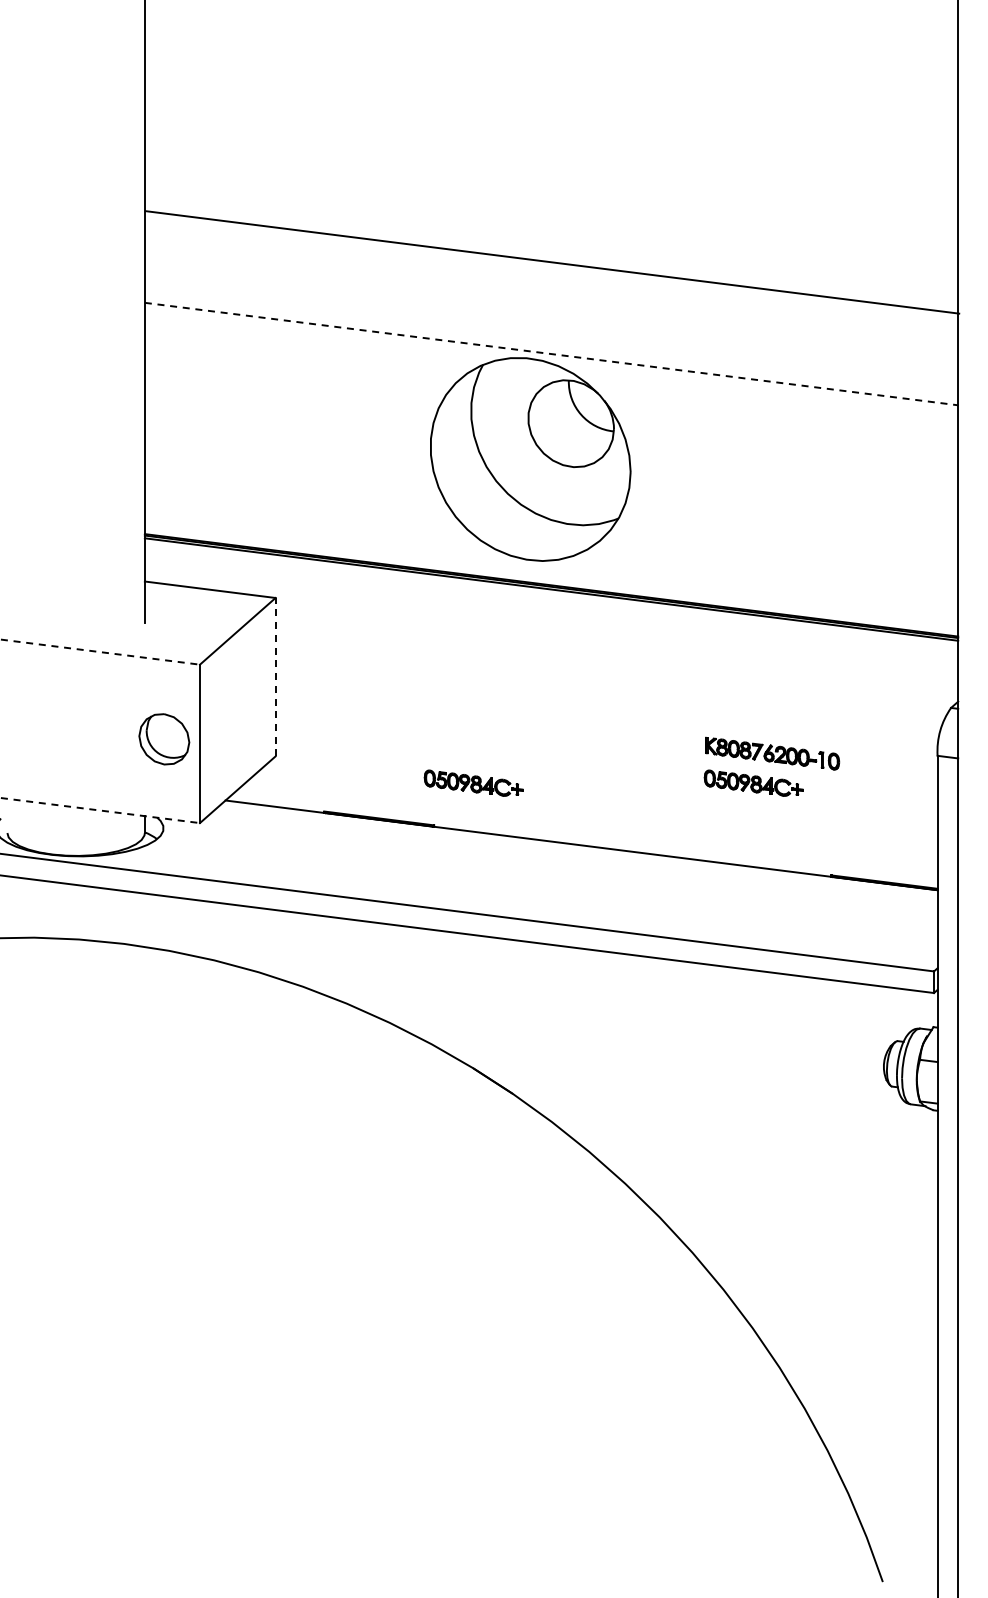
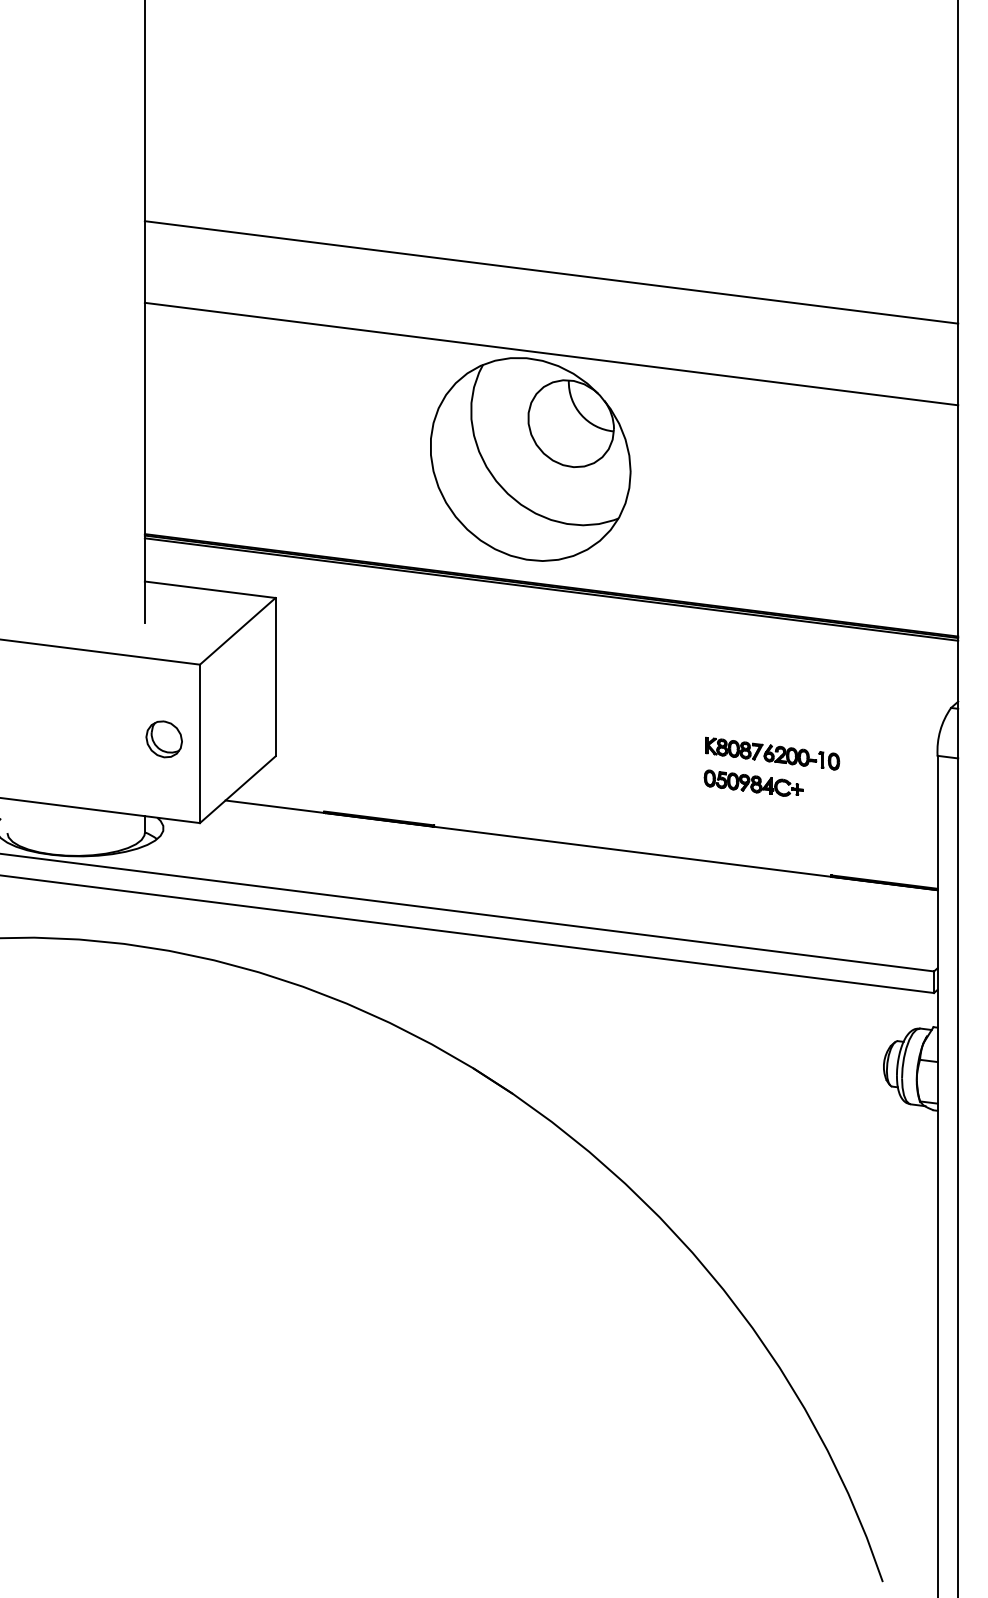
line at (552, 262) position: (552, 262) -> (551, 272)
line at (551, 354): dashed -> solid
line at (100, 652): dashed -> solid
line at (275, 676): dashed -> solid
part at (164, 739) size: 53x53 px -> 38x39 px
part at (473, 782): present -> none
line at (100, 810): dashed -> solid
